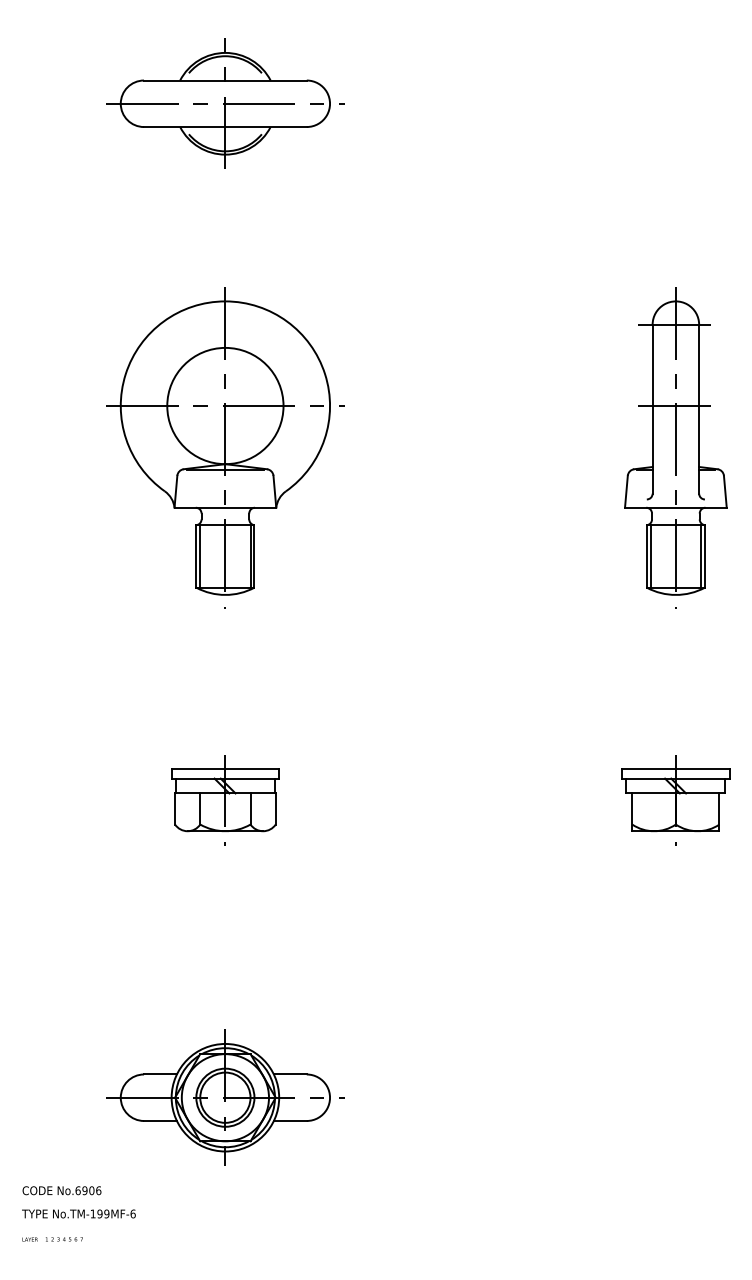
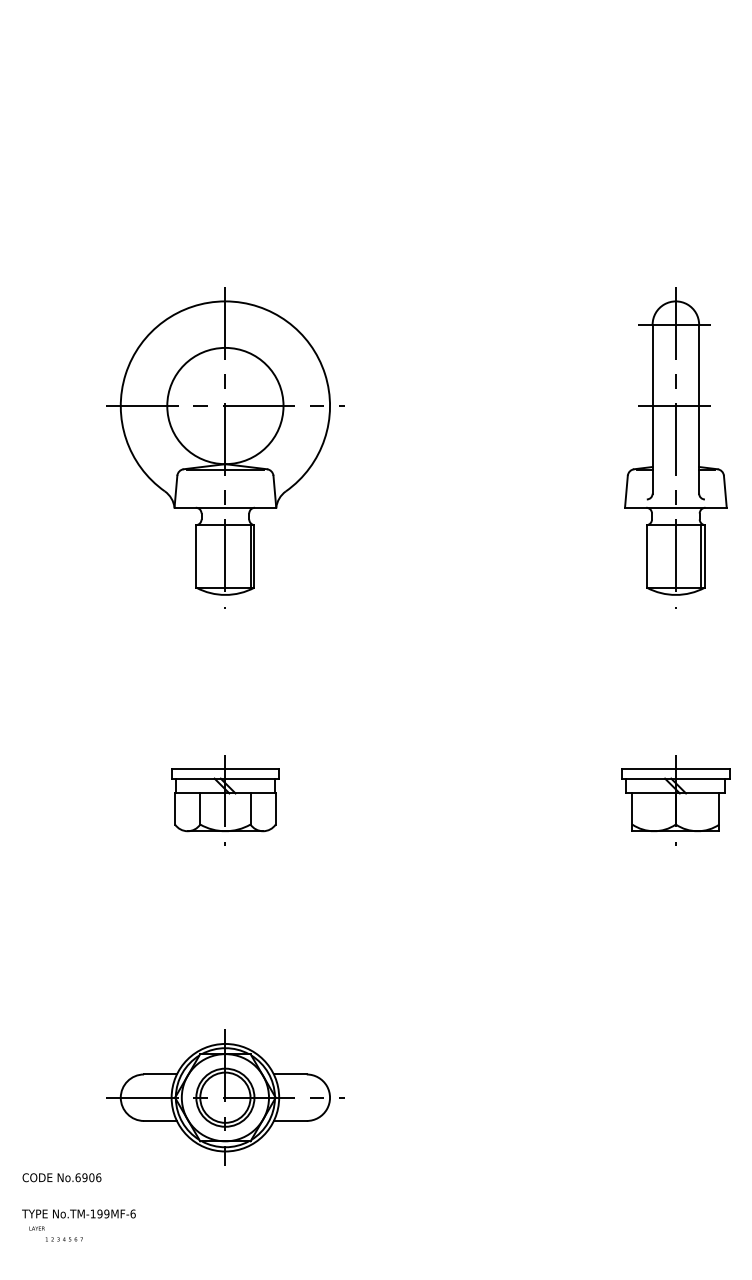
part at (225, 103): present -> none
line at (200, 556): present -> none
line at (650, 556): present -> none
text at (61, 1190) position: (61, 1190) -> (61, 1177)
text at (29, 1239) position: (29, 1239) -> (36, 1228)
